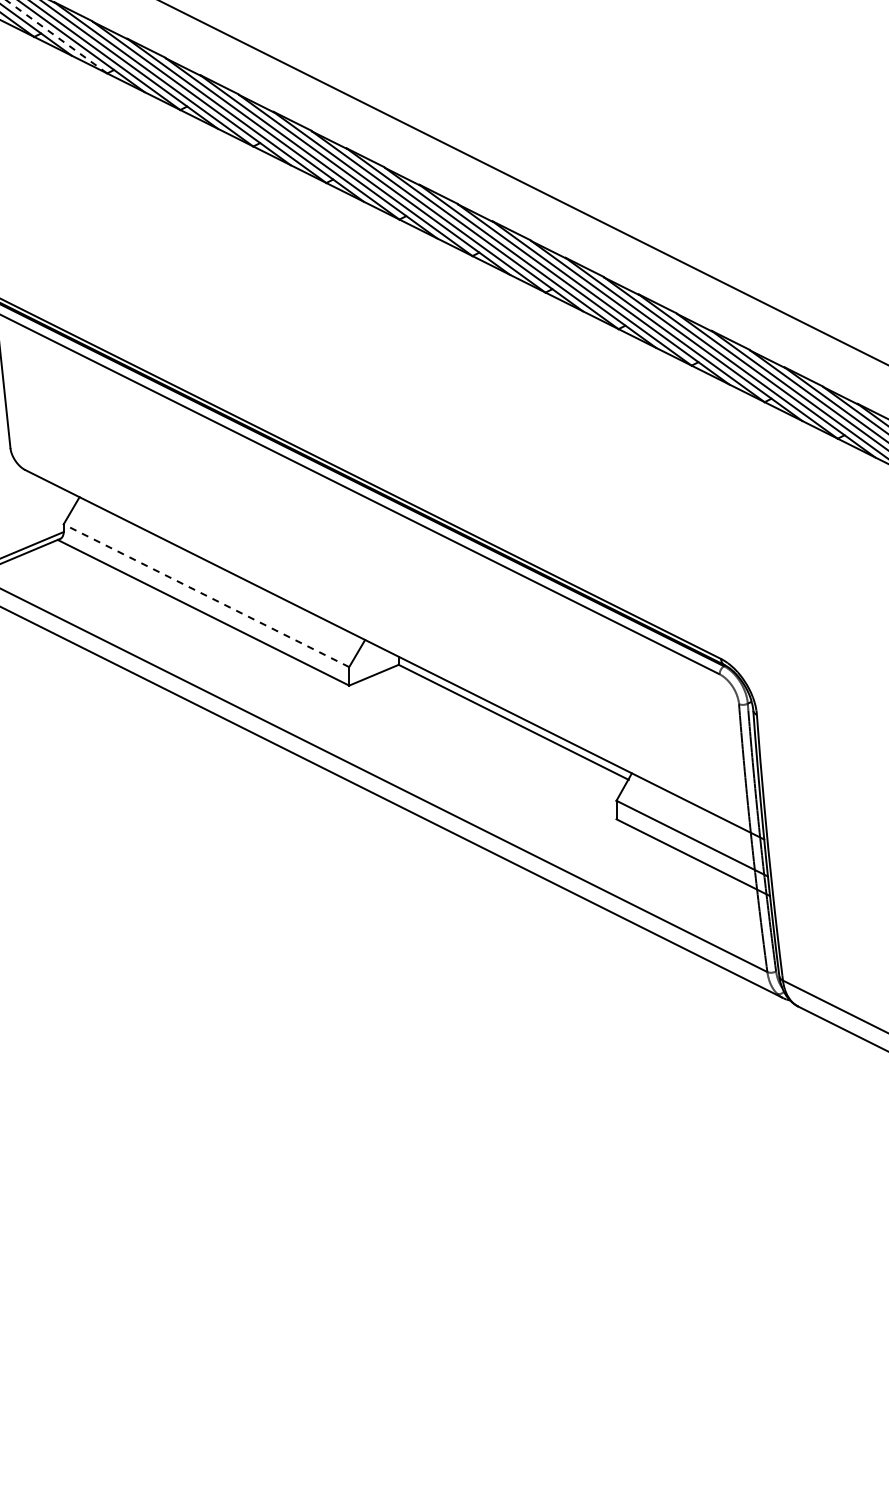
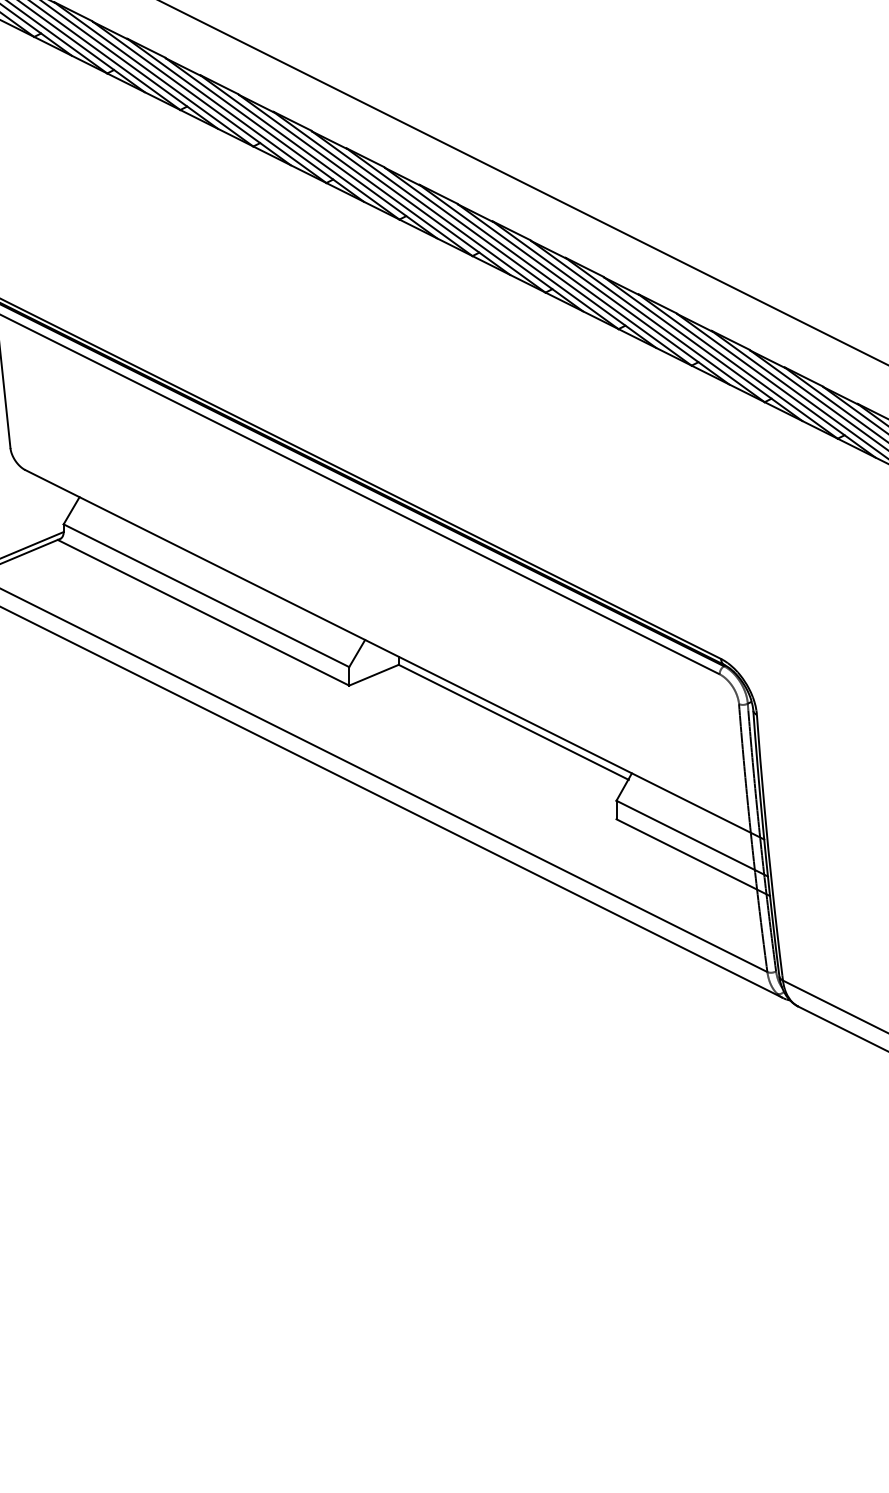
line at (56, 36): dashed -> solid
line at (206, 595): dashed -> solid
